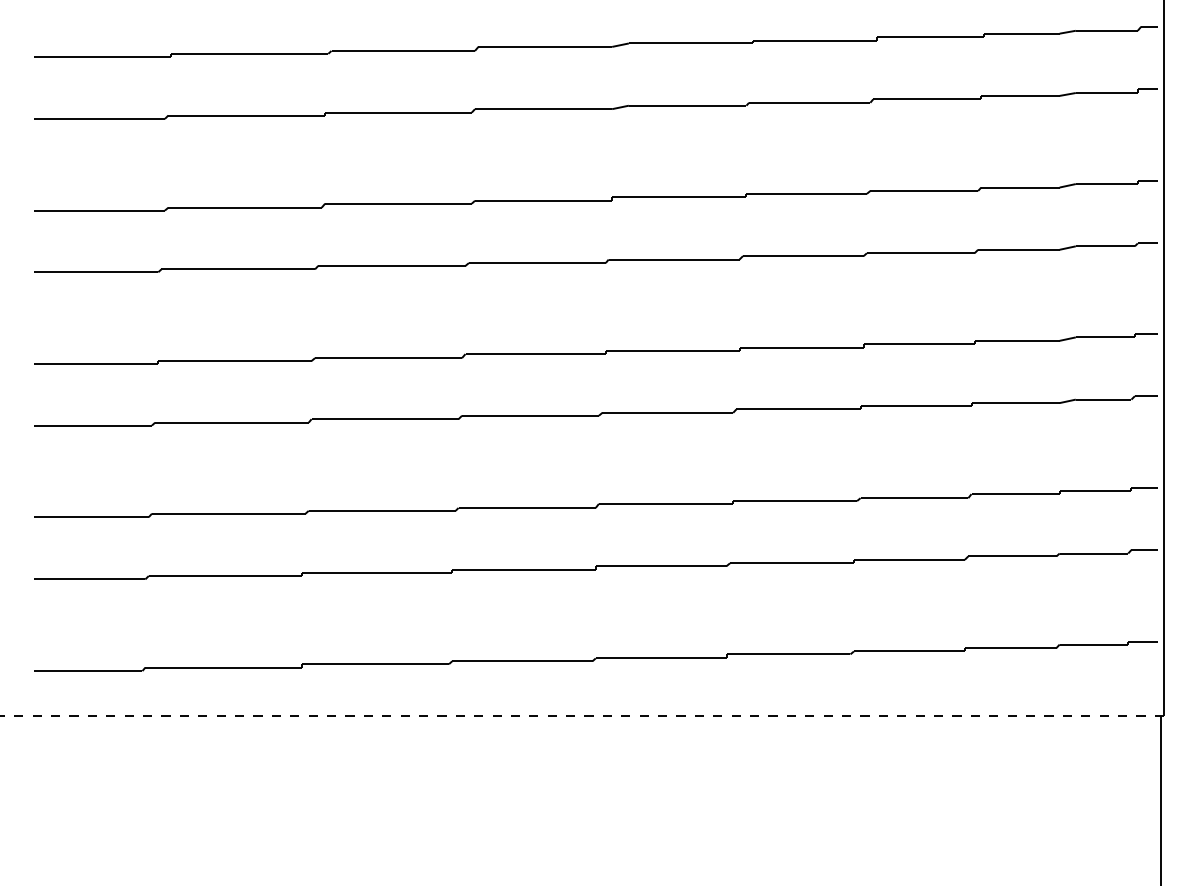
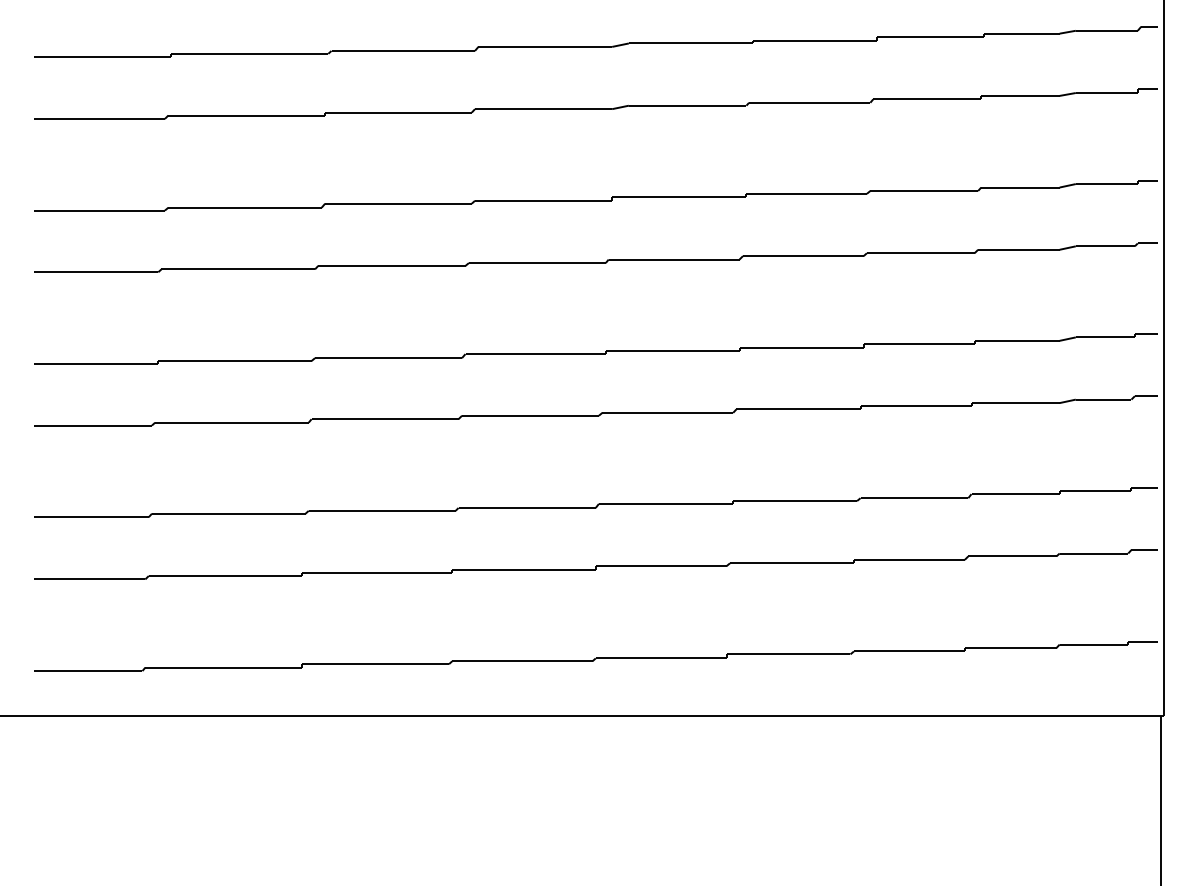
line at (582, 716): dashed -> solid
